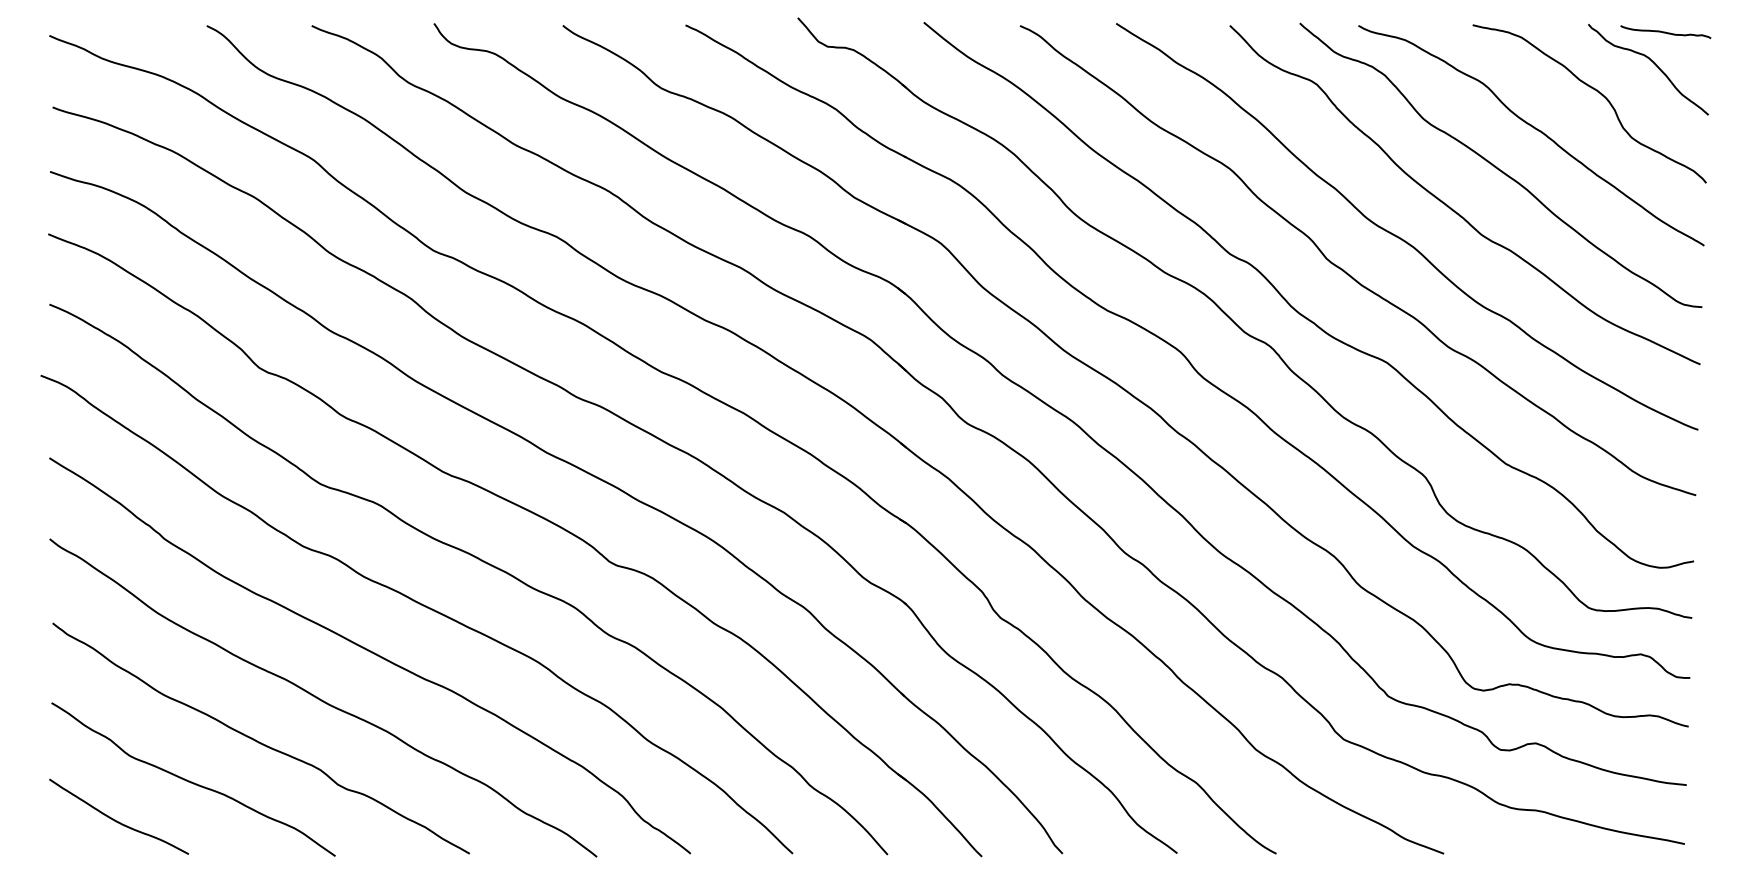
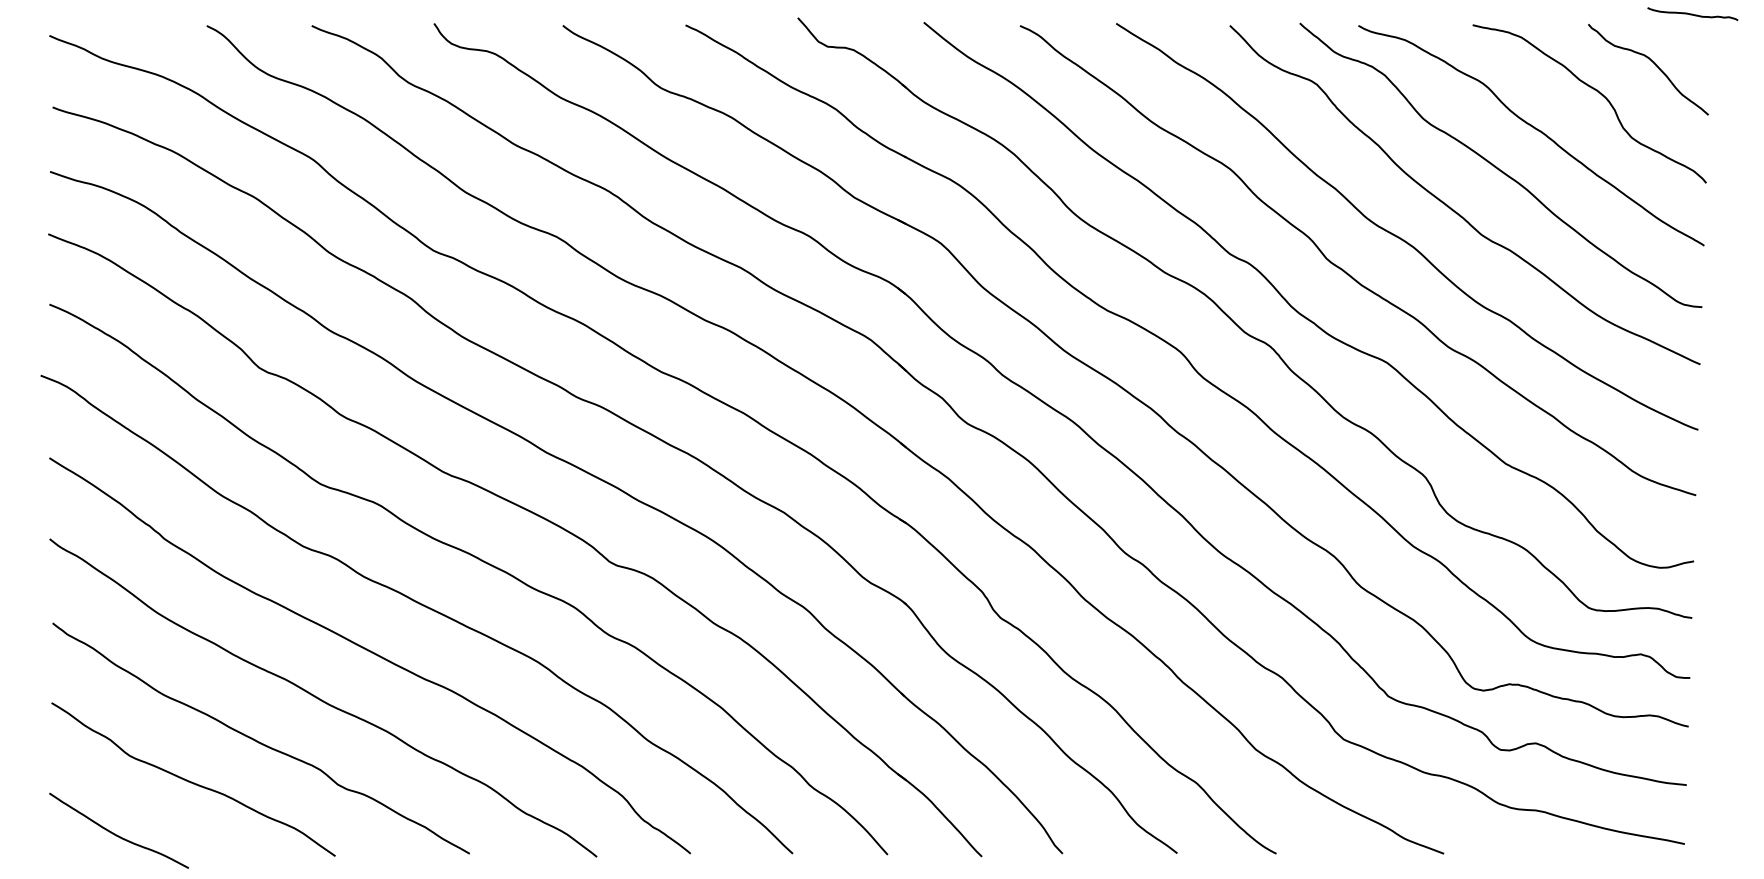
curve at (1665, 32) position: (1665, 32) -> (1692, 14)
curve at (115, 819) position: (115, 819) -> (115, 833)
